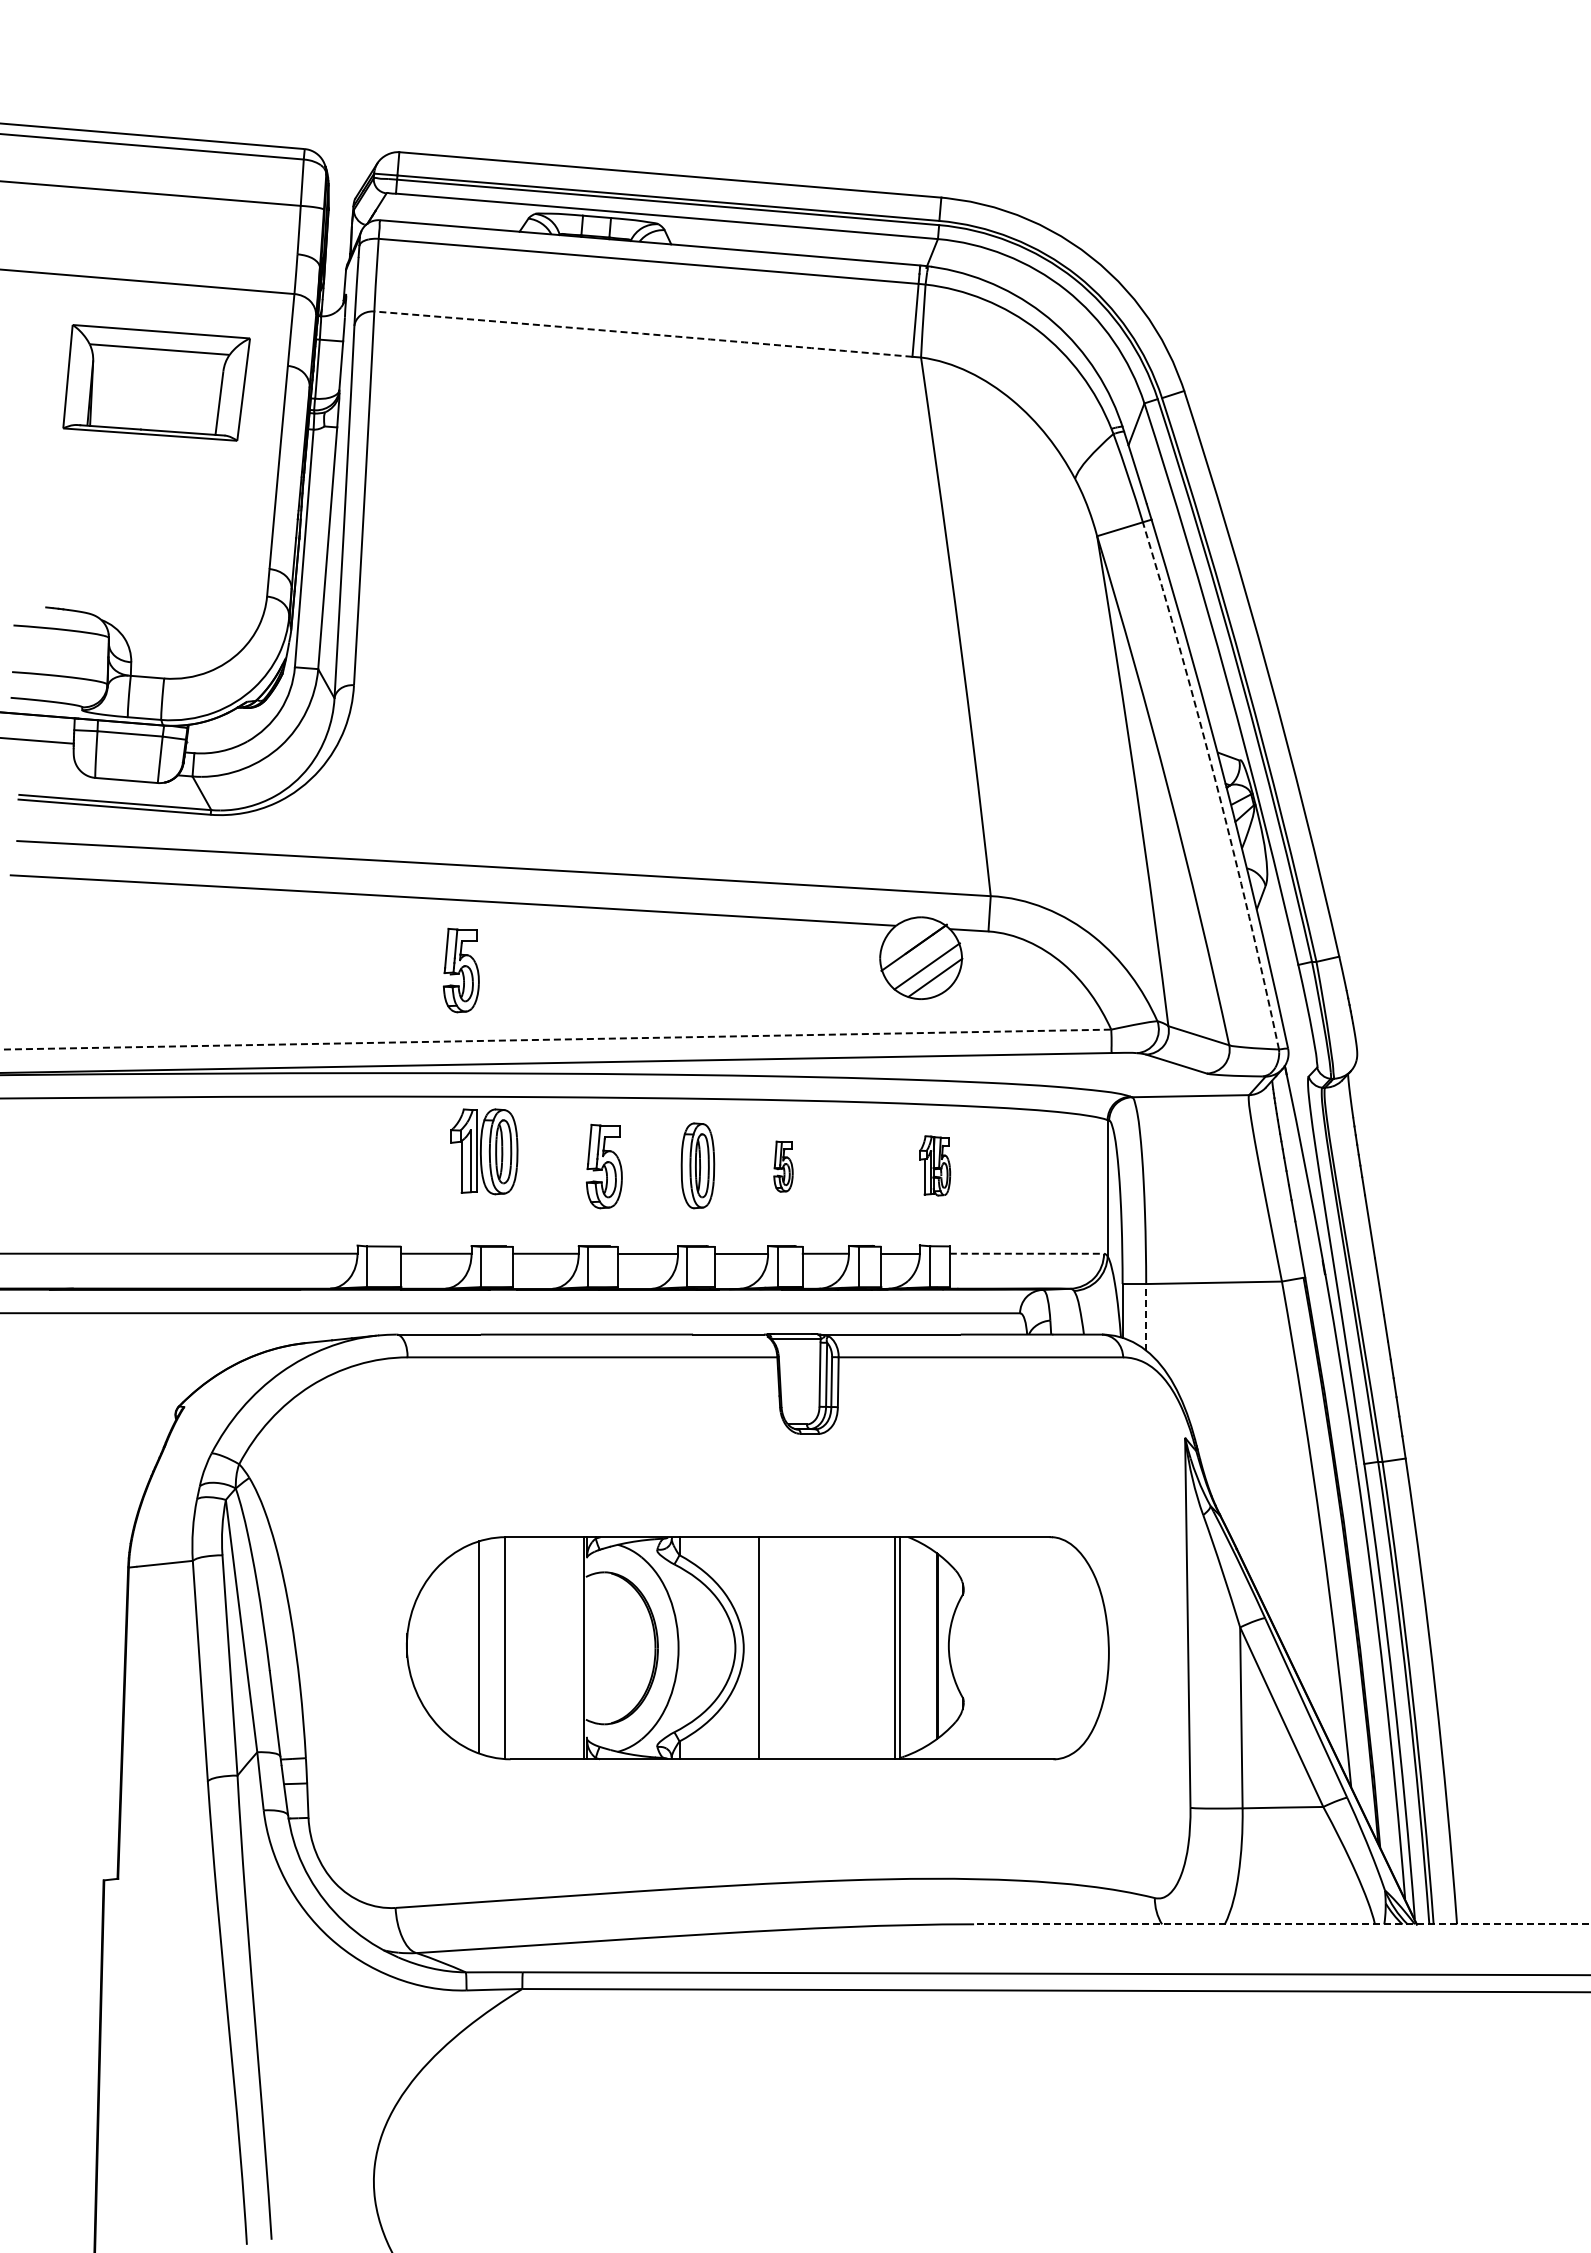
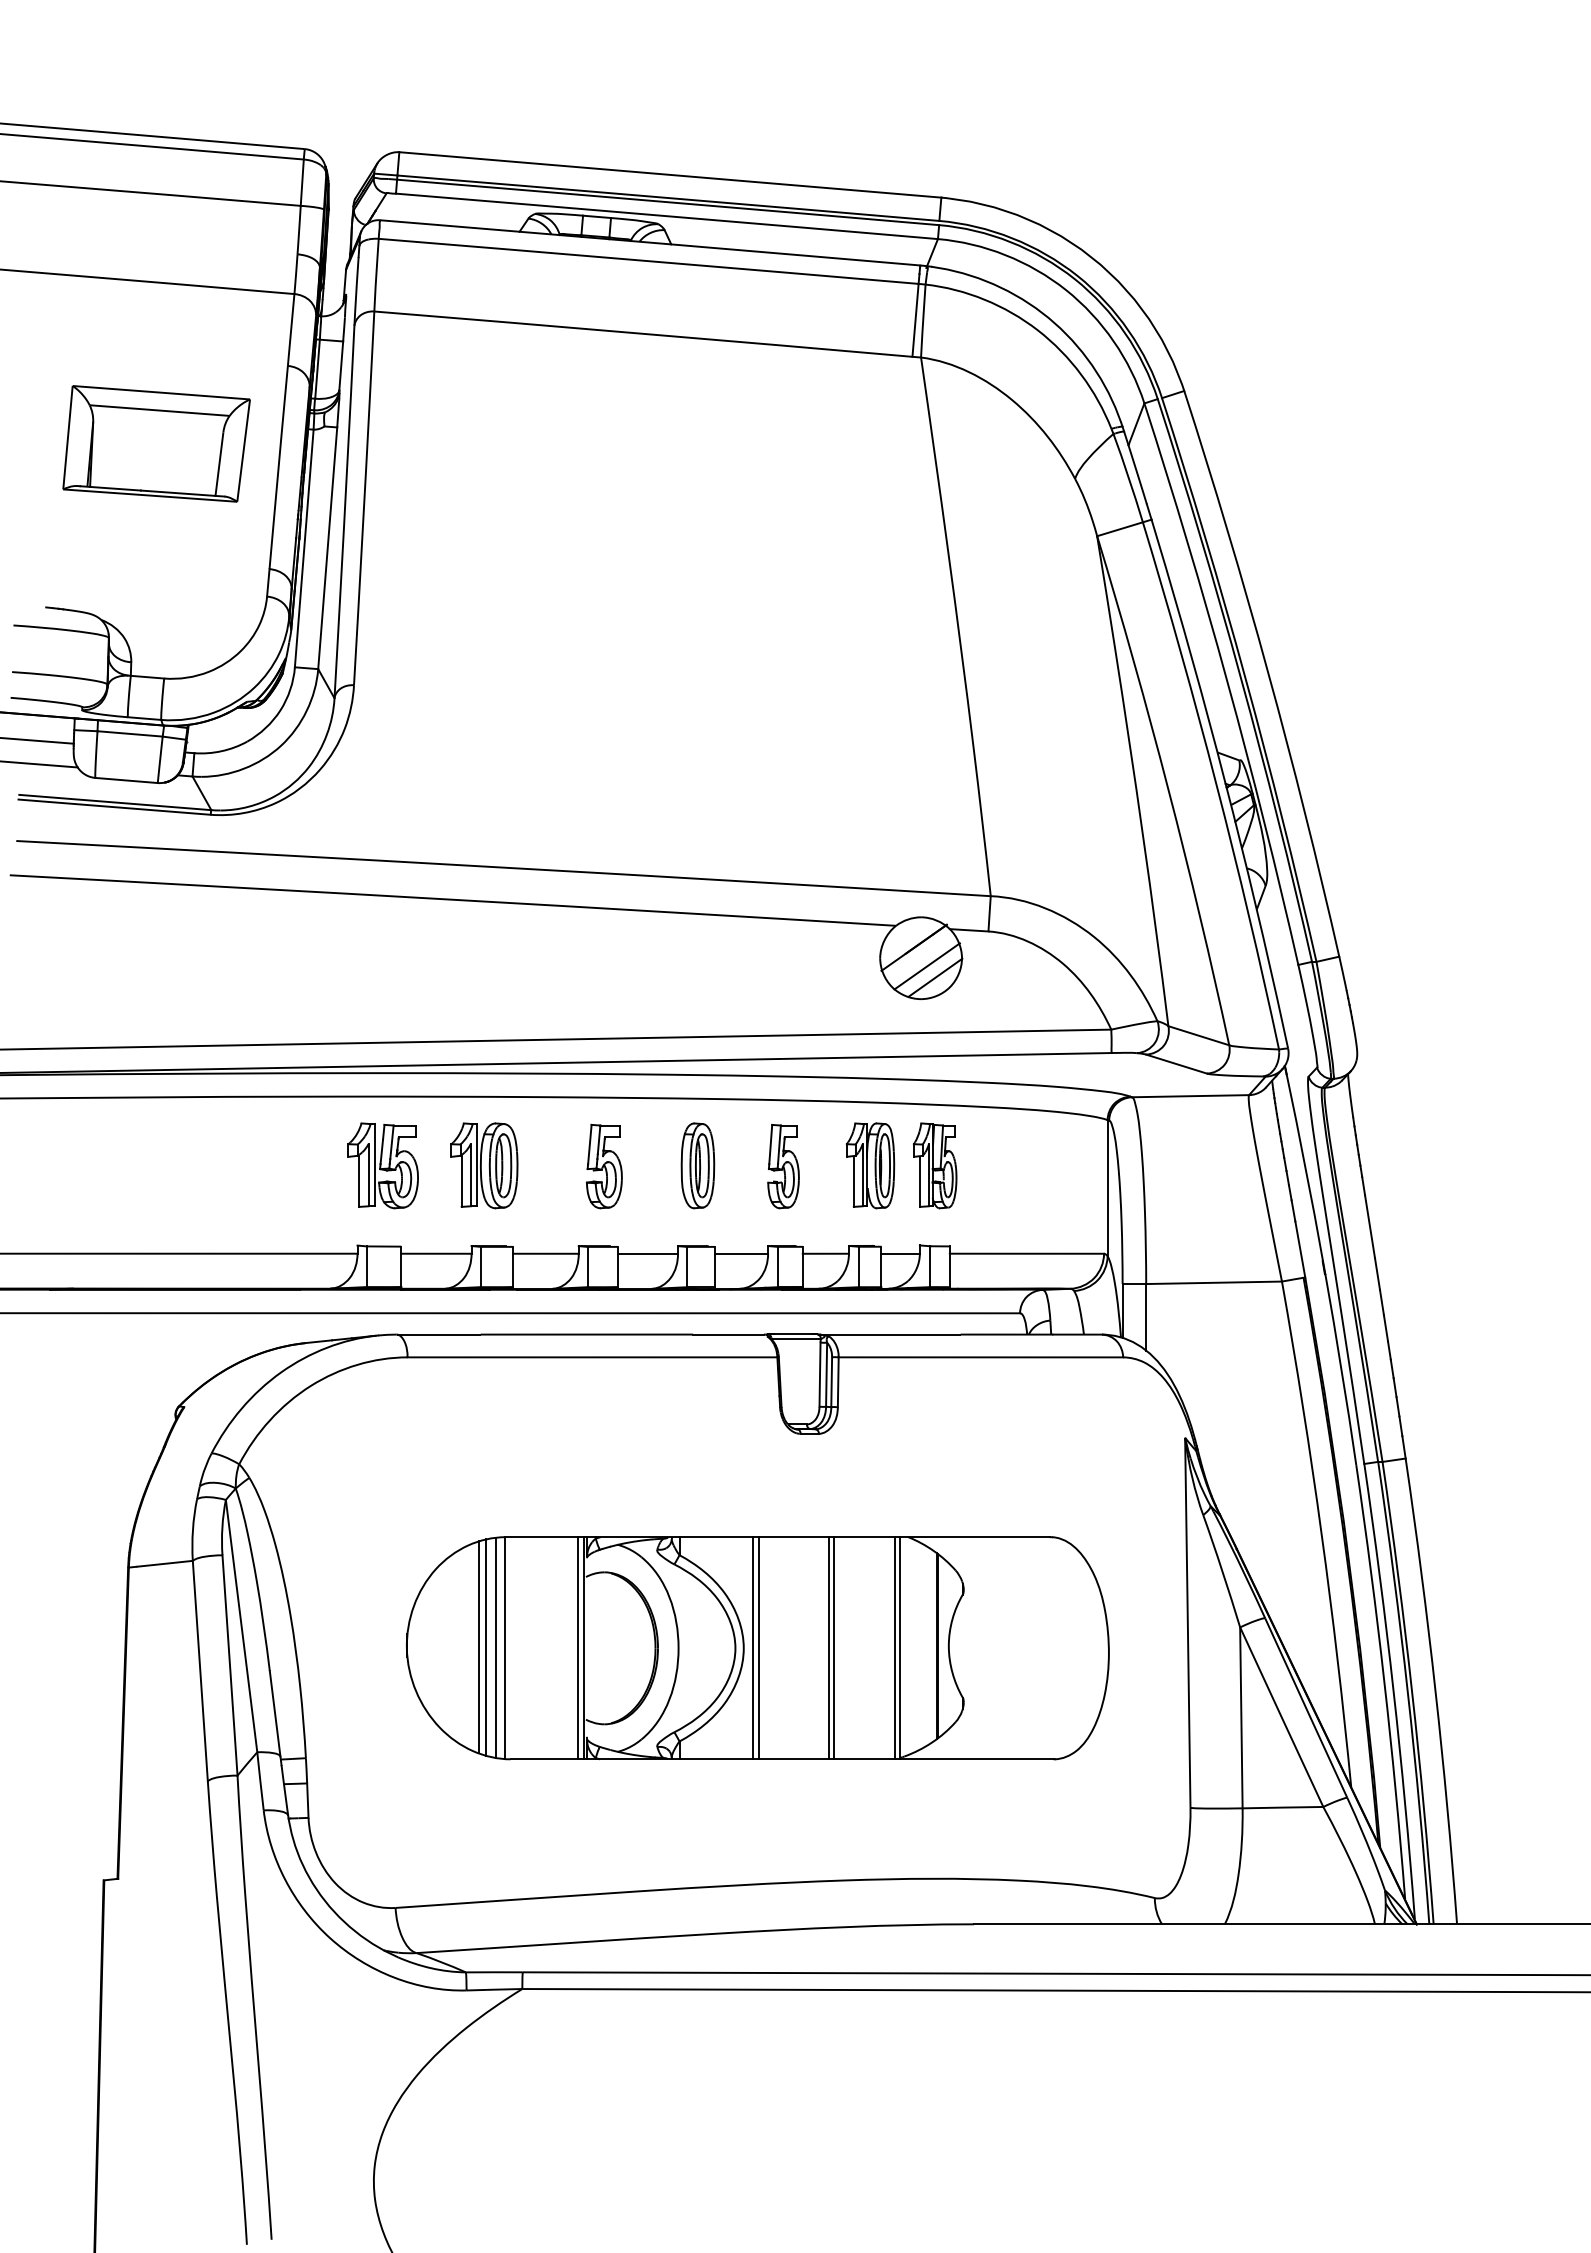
arc at (643, 333): dashed -> solid
part at (156, 382) position: (156, 382) -> (156, 443)
line at (39, 764): none -> present
arc at (1216, 784): dashed -> solid
part at (460, 970): present -> none
line at (556, 1039): dashed -> solid
part at (484, 1151) position: (484, 1151) -> (484, 1165)
part at (382, 1165): none -> present
part at (870, 1165): none -> present
part at (935, 1165) size: 33x62 px -> 45x88 px
part at (783, 1166) size: 21x53 px -> 33x86 px
line at (1027, 1253): dashed -> solid
line at (1146, 1316): dashed -> solid
line at (486, 1647): none -> present
line at (495, 1647): none -> present
line at (577, 1648): none -> present
line at (753, 1648): none -> present
line at (828, 1648): none -> present
line at (833, 1648): none -> present
line at (1282, 1924): dashed -> solid
